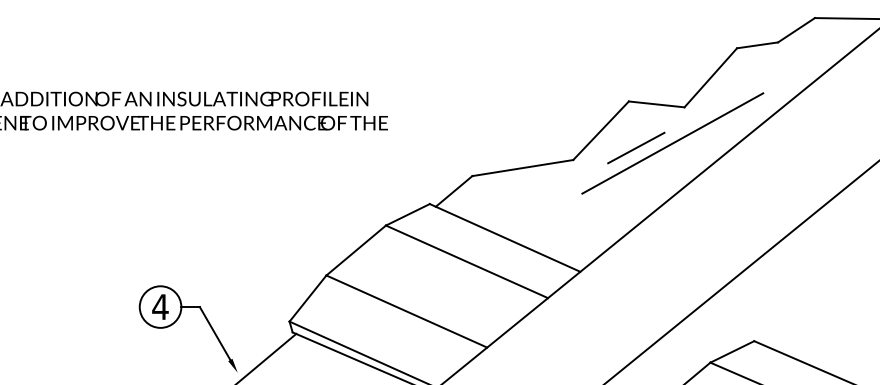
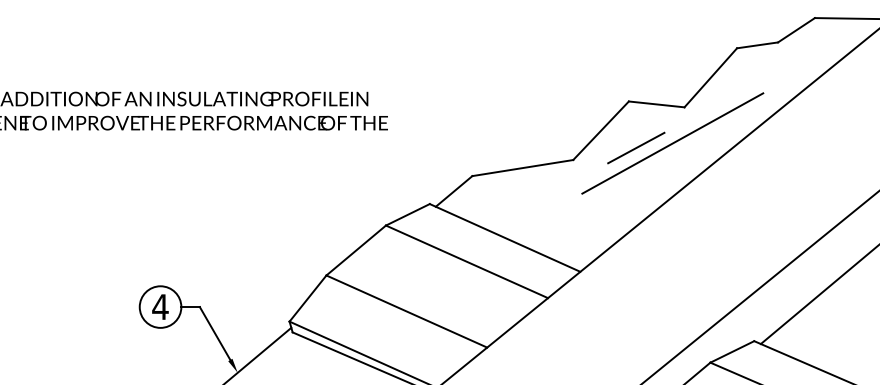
line at (741, 272) position: (741, 272) -> (760, 287)
line at (818, 295): none -> present
line at (267, 357) position: (267, 357) -> (259, 354)
